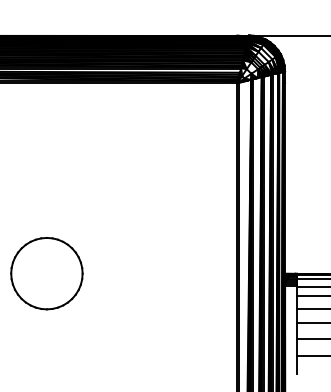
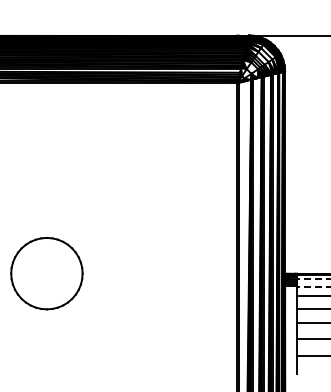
line at (313, 279): solid -> dashed
line at (313, 286): solid -> dashed
